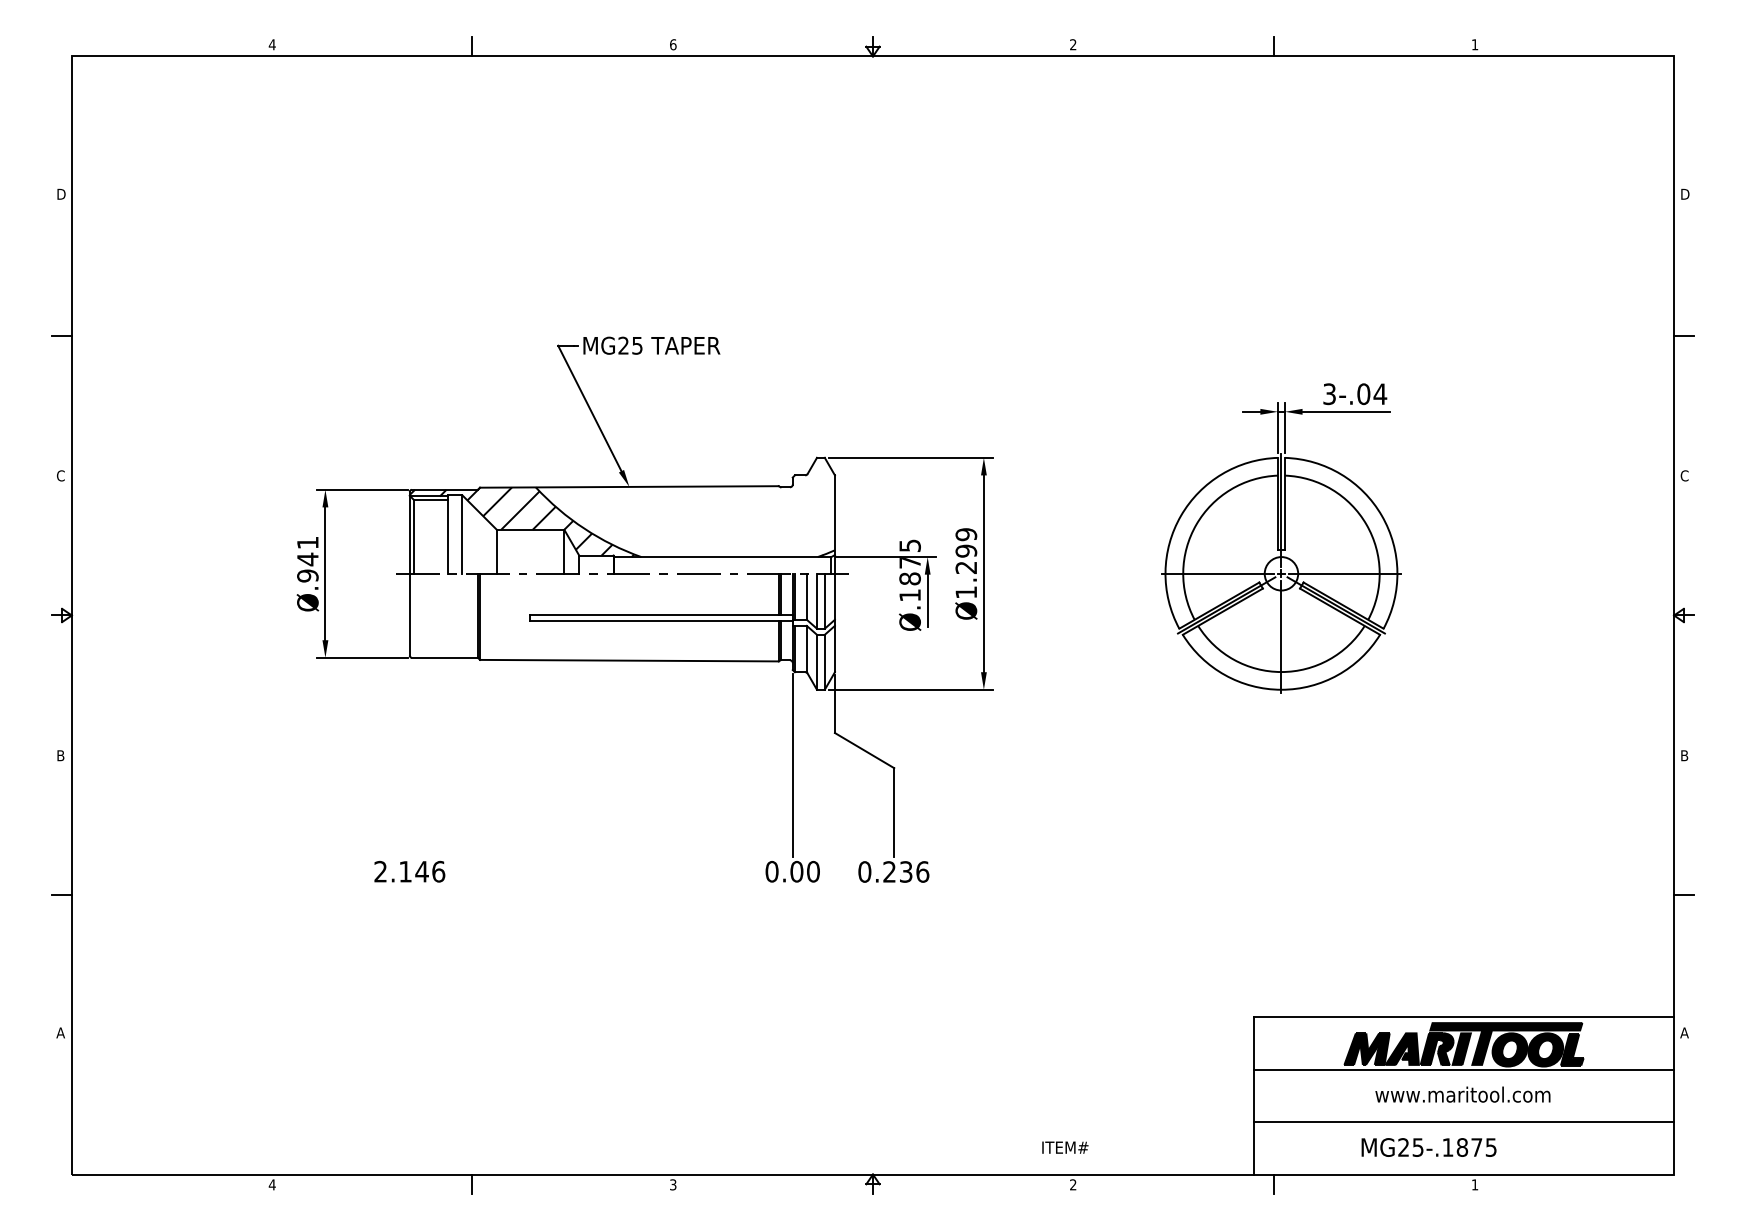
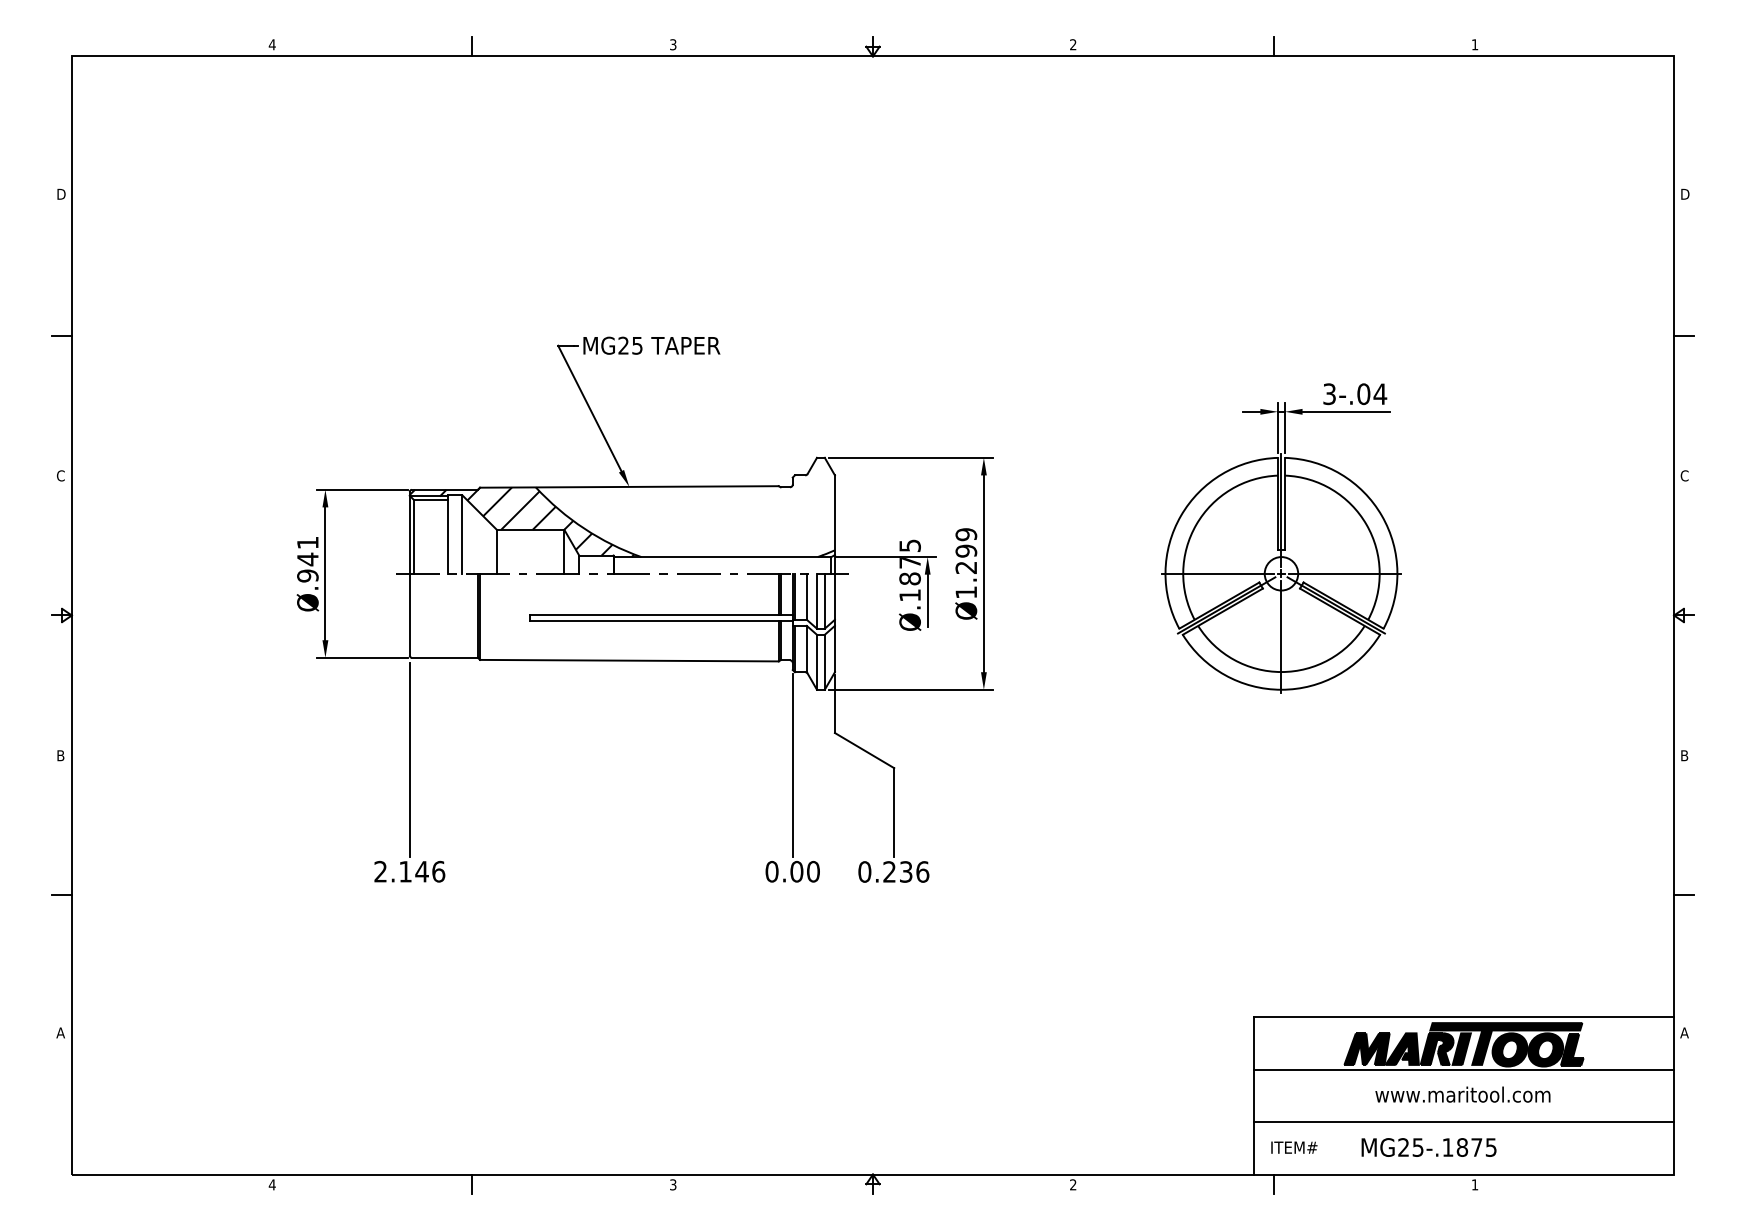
text at (673, 44): 6 -> 3
line at (409, 759): none -> present
text at (1065, 1147) position: (1065, 1147) -> (1294, 1147)
